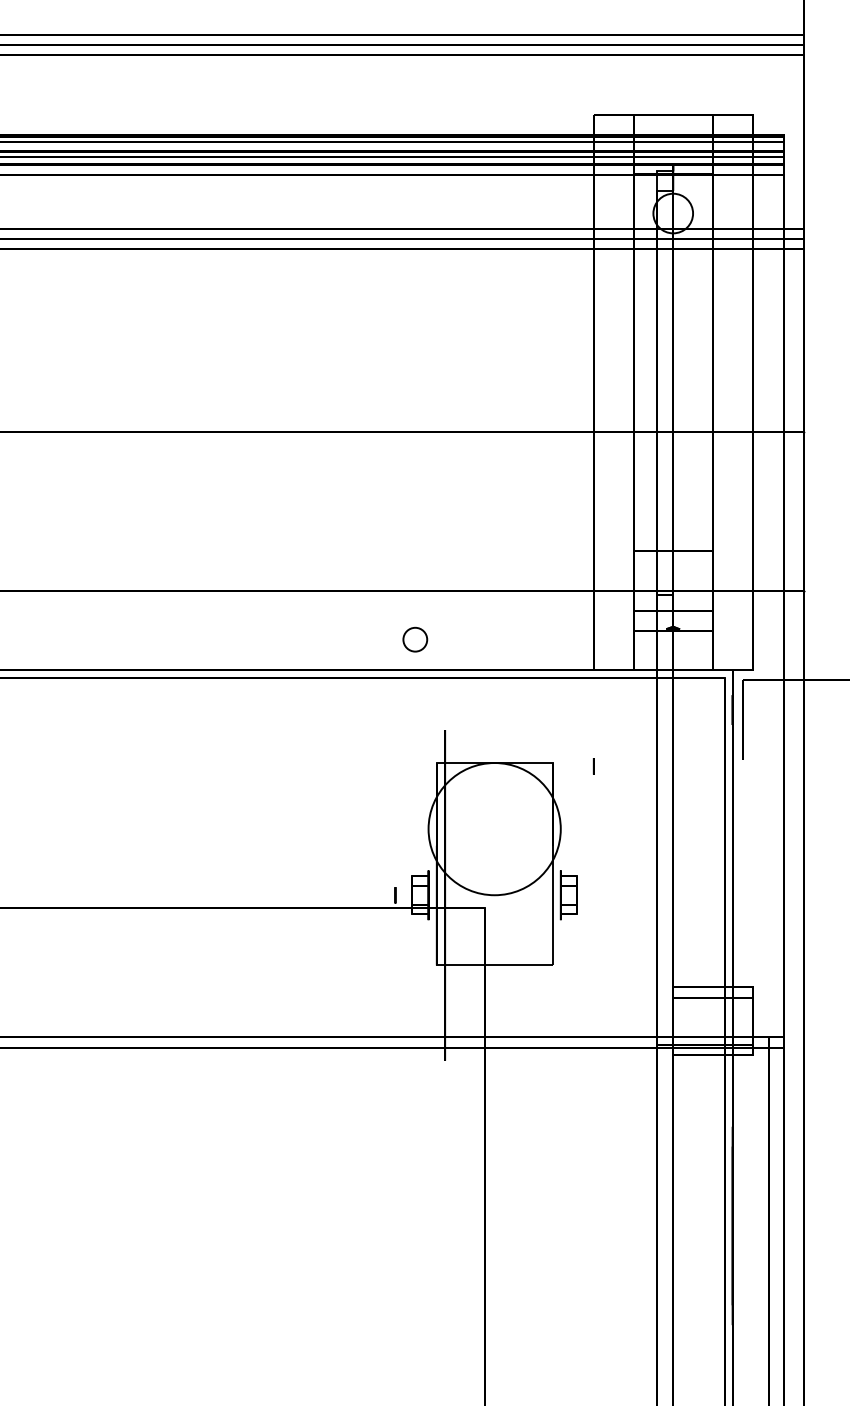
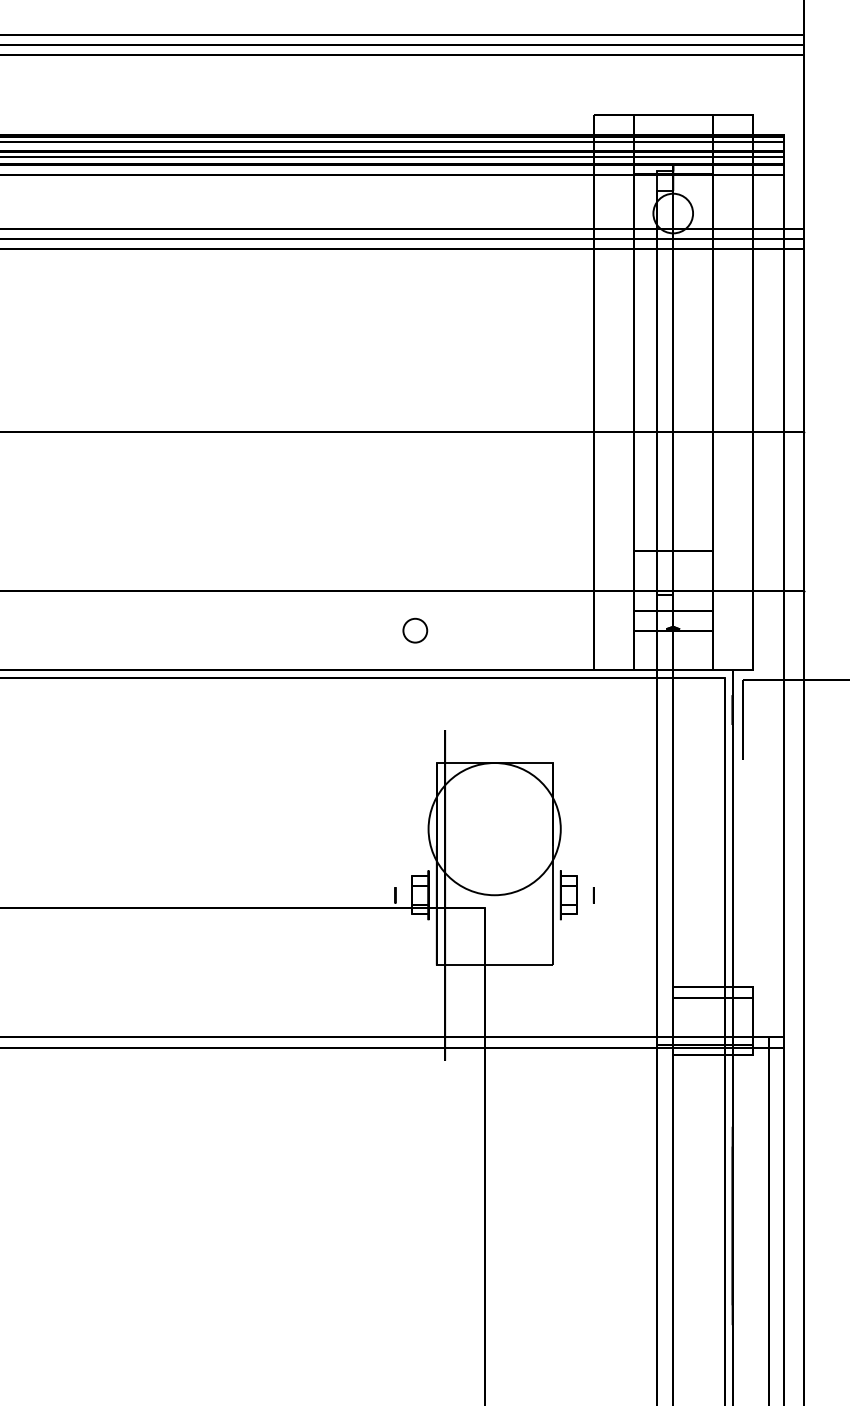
circle at (415, 639) position: (415, 639) -> (415, 630)
circle at (593, 766) position: (593, 766) -> (593, 895)
